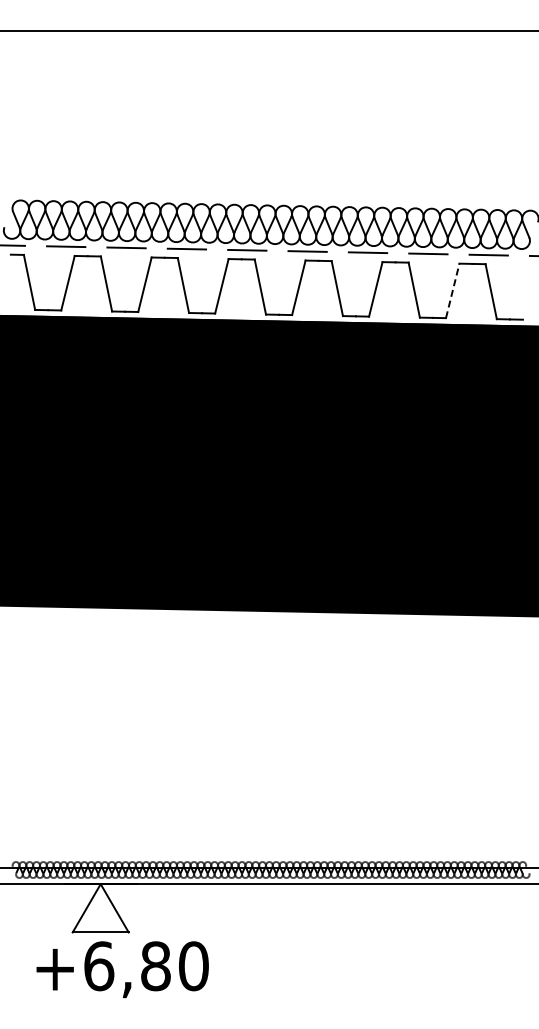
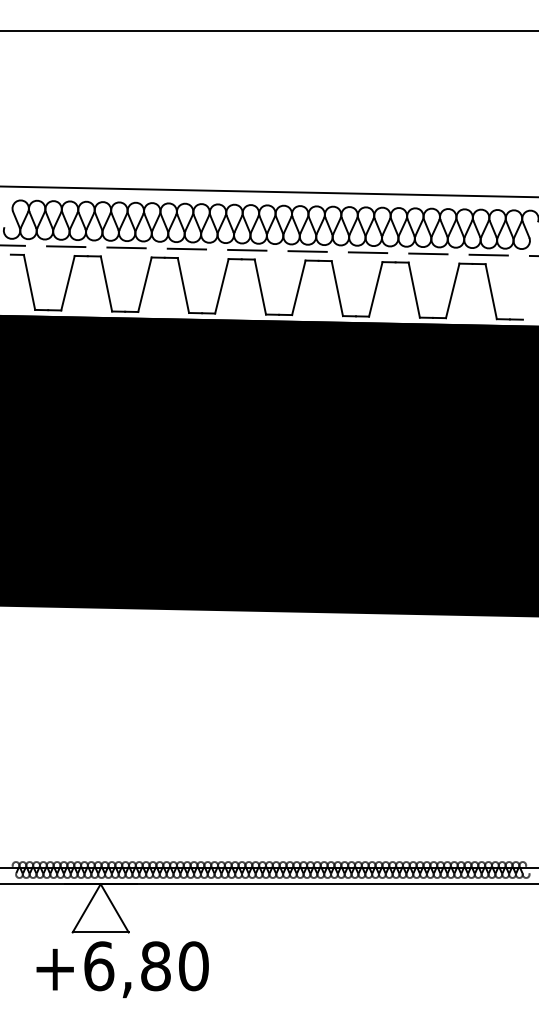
line at (268, 191): none -> present
line at (452, 290): dashed -> solid
